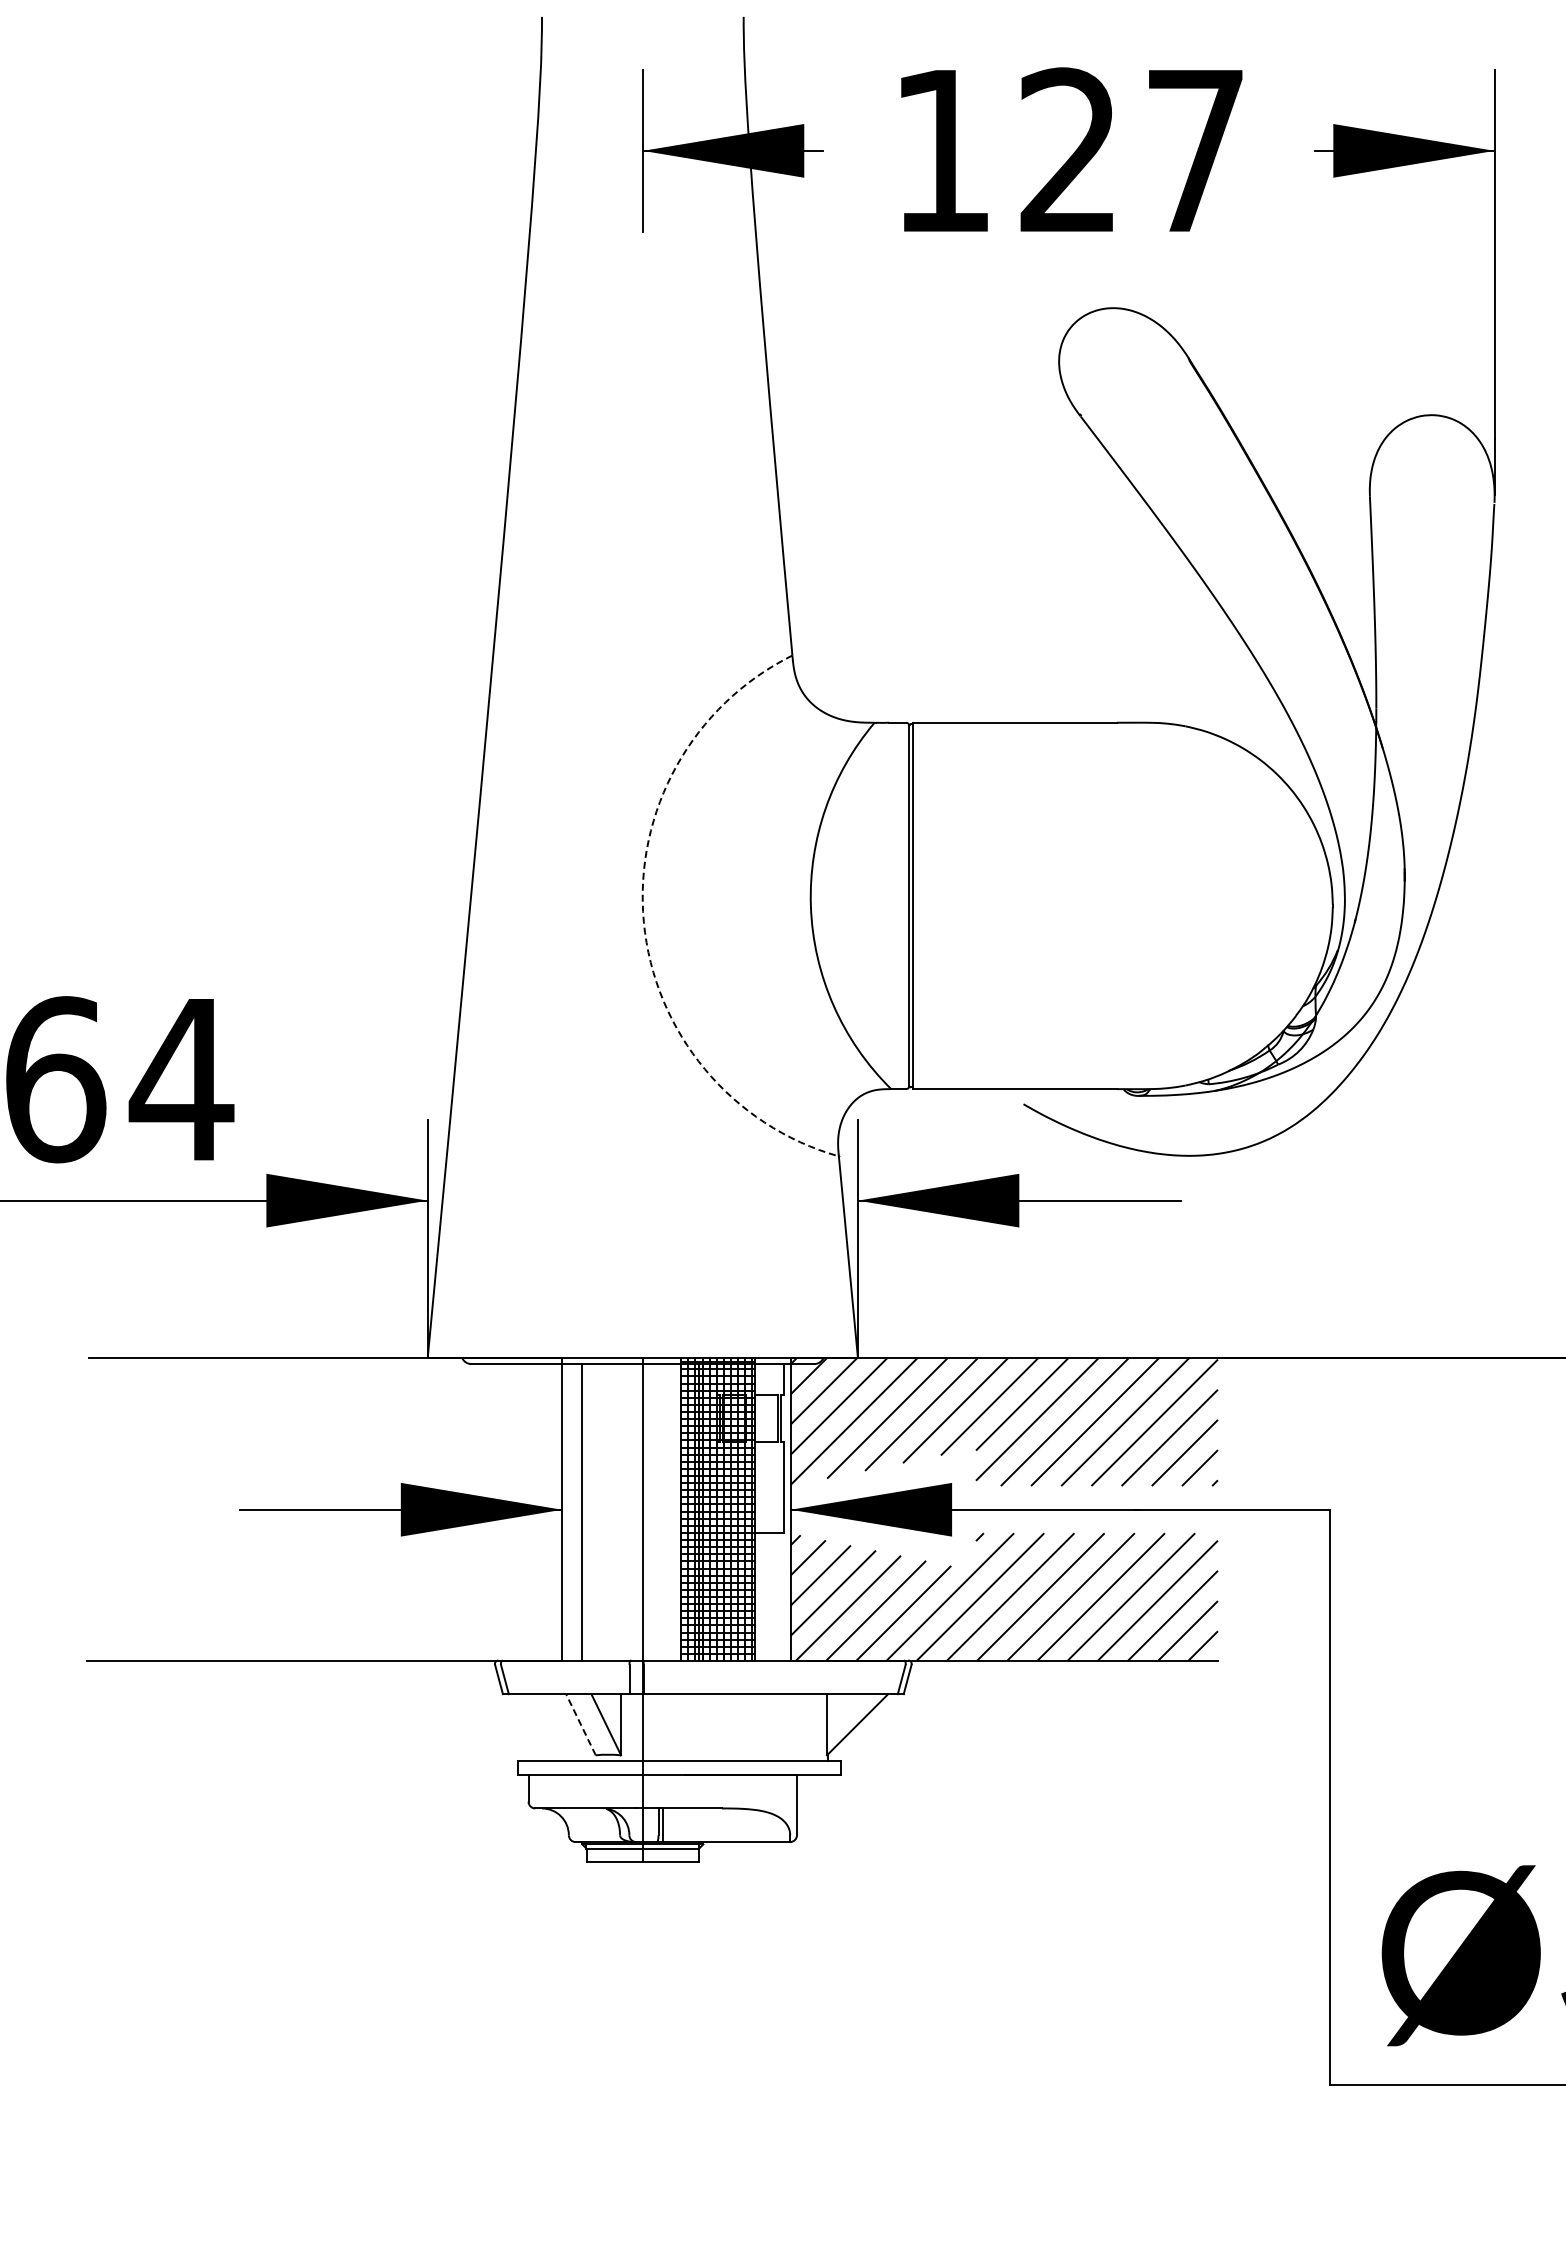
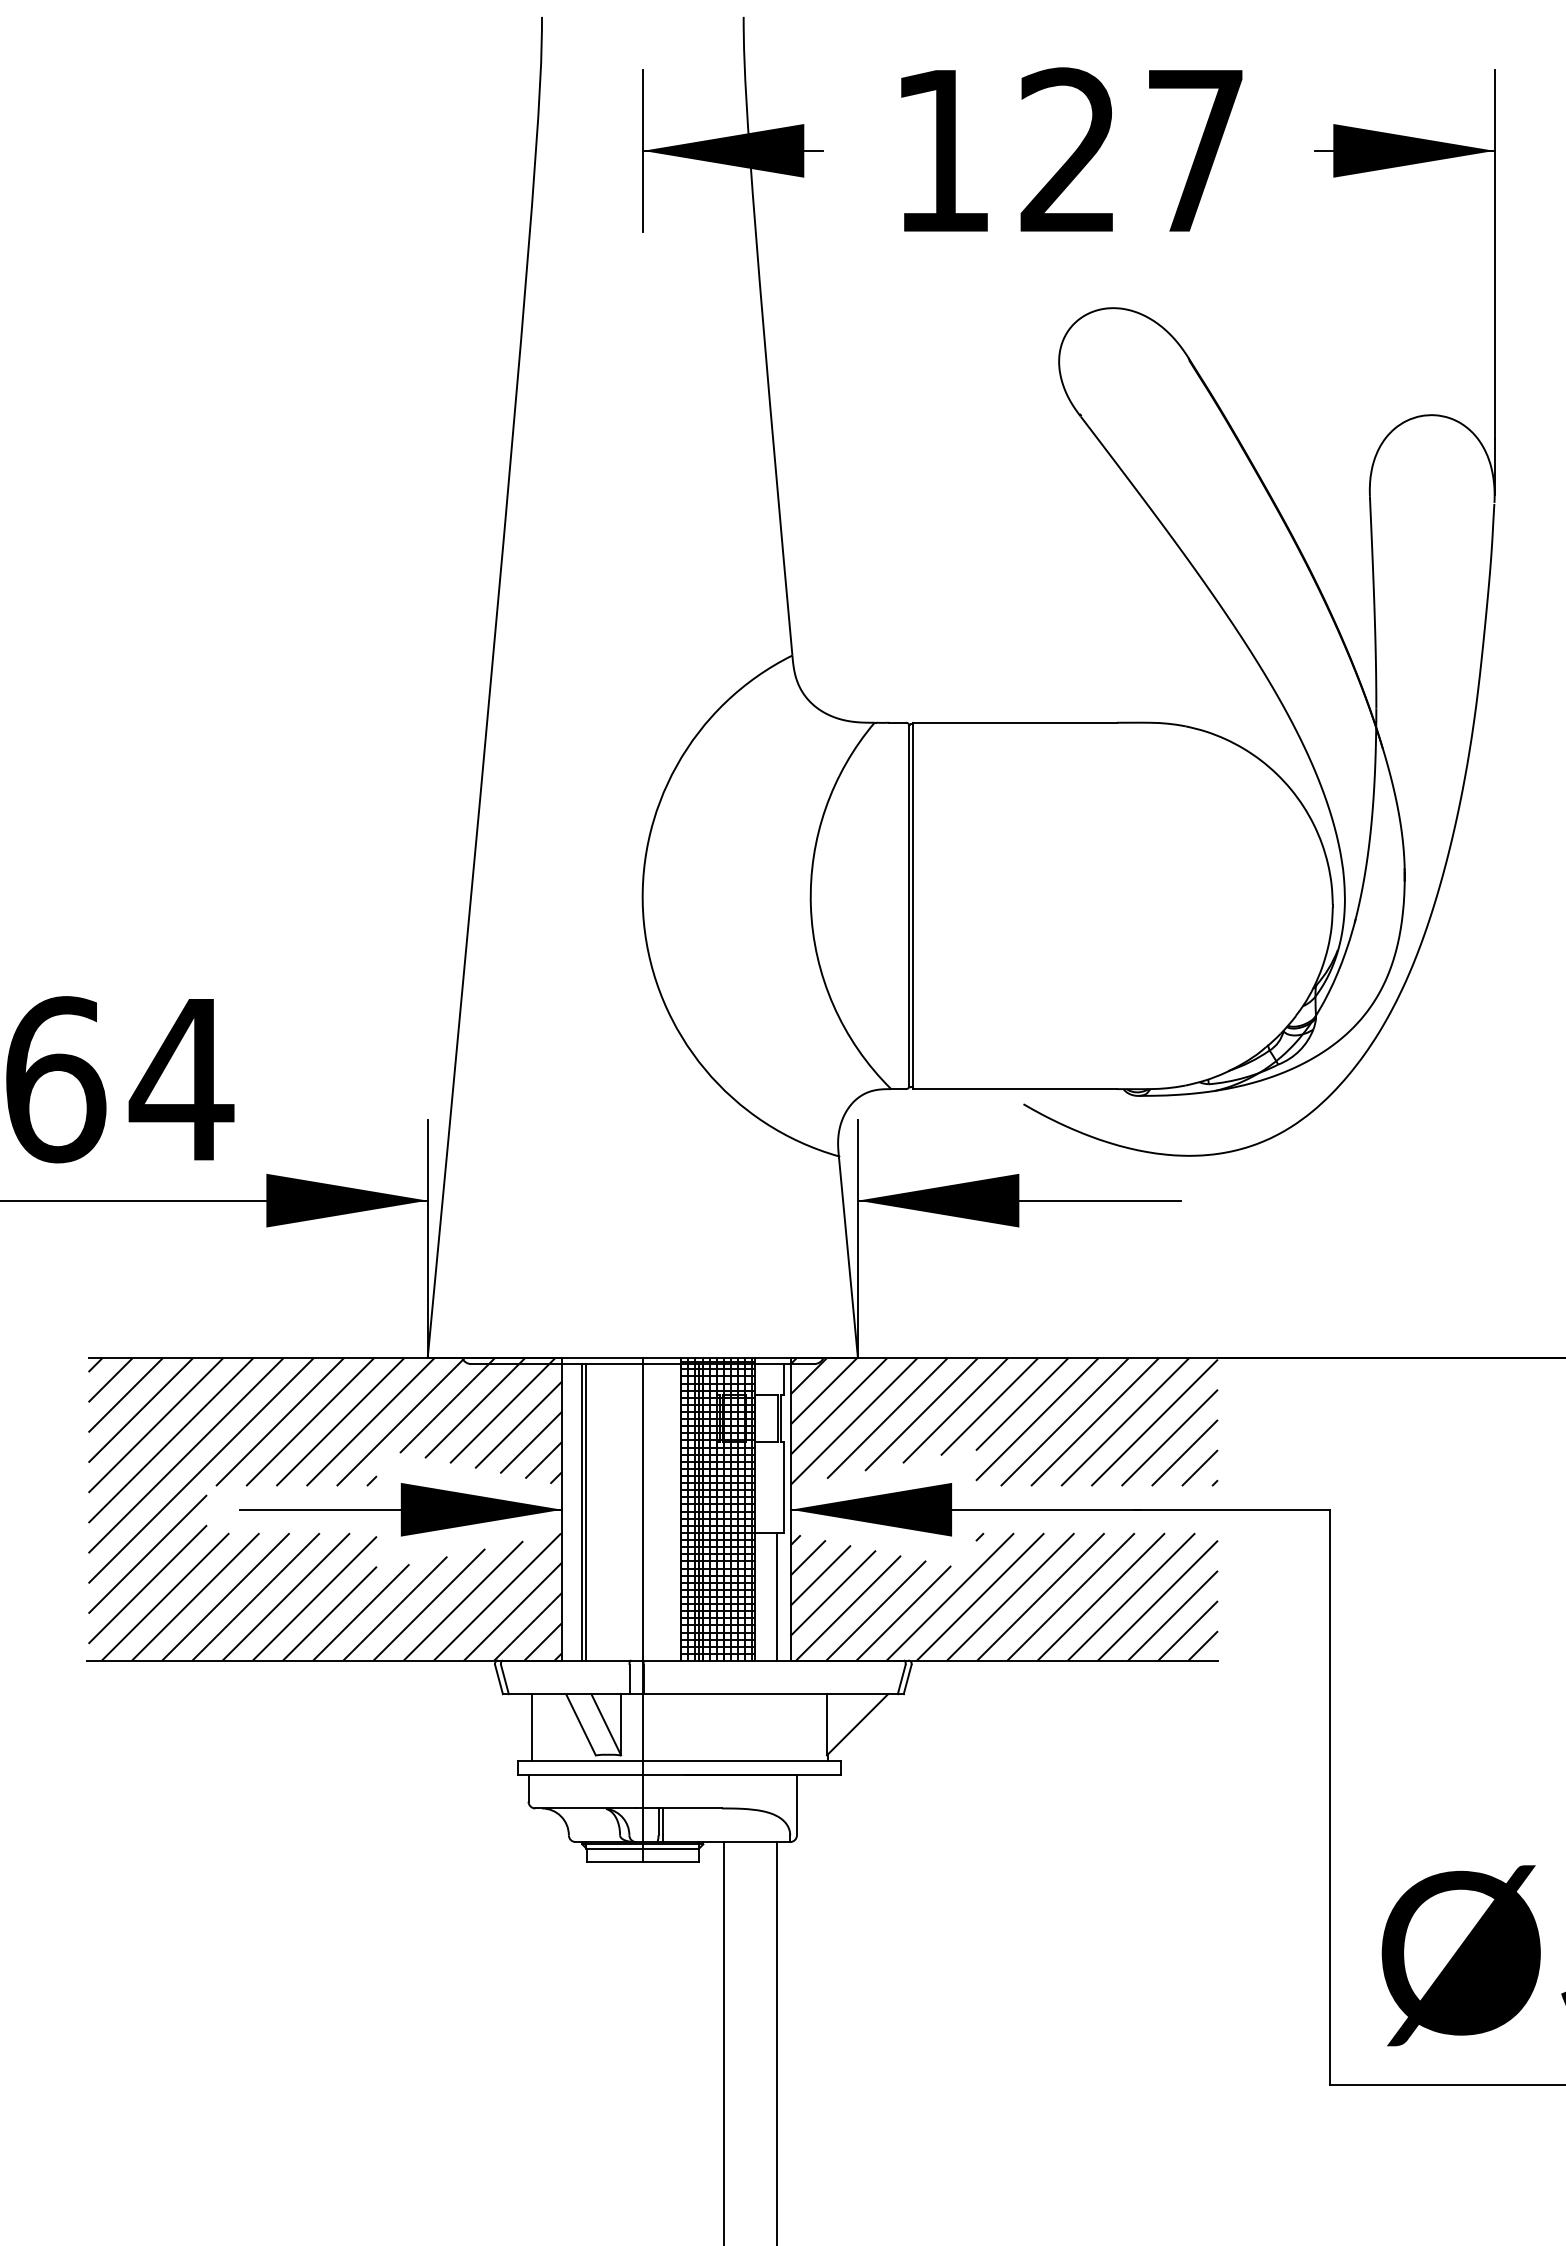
arc at (643, 921): dashed -> solid
hatch at (325, 1509): none -> present
line at (586, 1512): none -> present
line at (777, 1596): none -> present
line at (580, 1724): dashed -> solid
line at (531, 1727): none -> present
line at (723, 2042): none -> present
line at (777, 2042): none -> present
